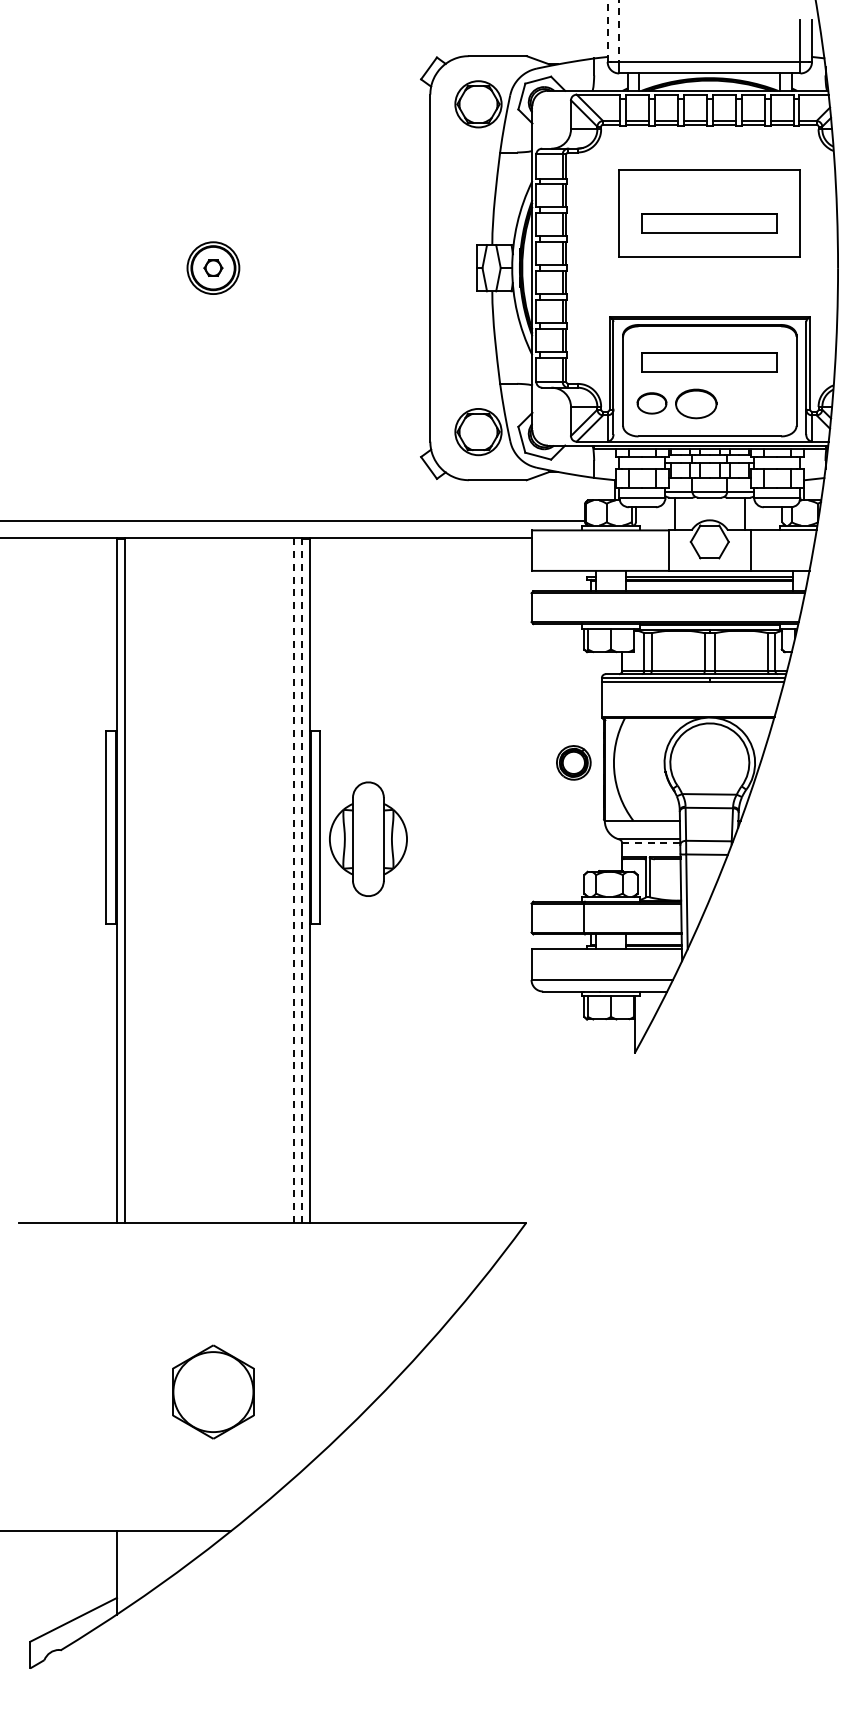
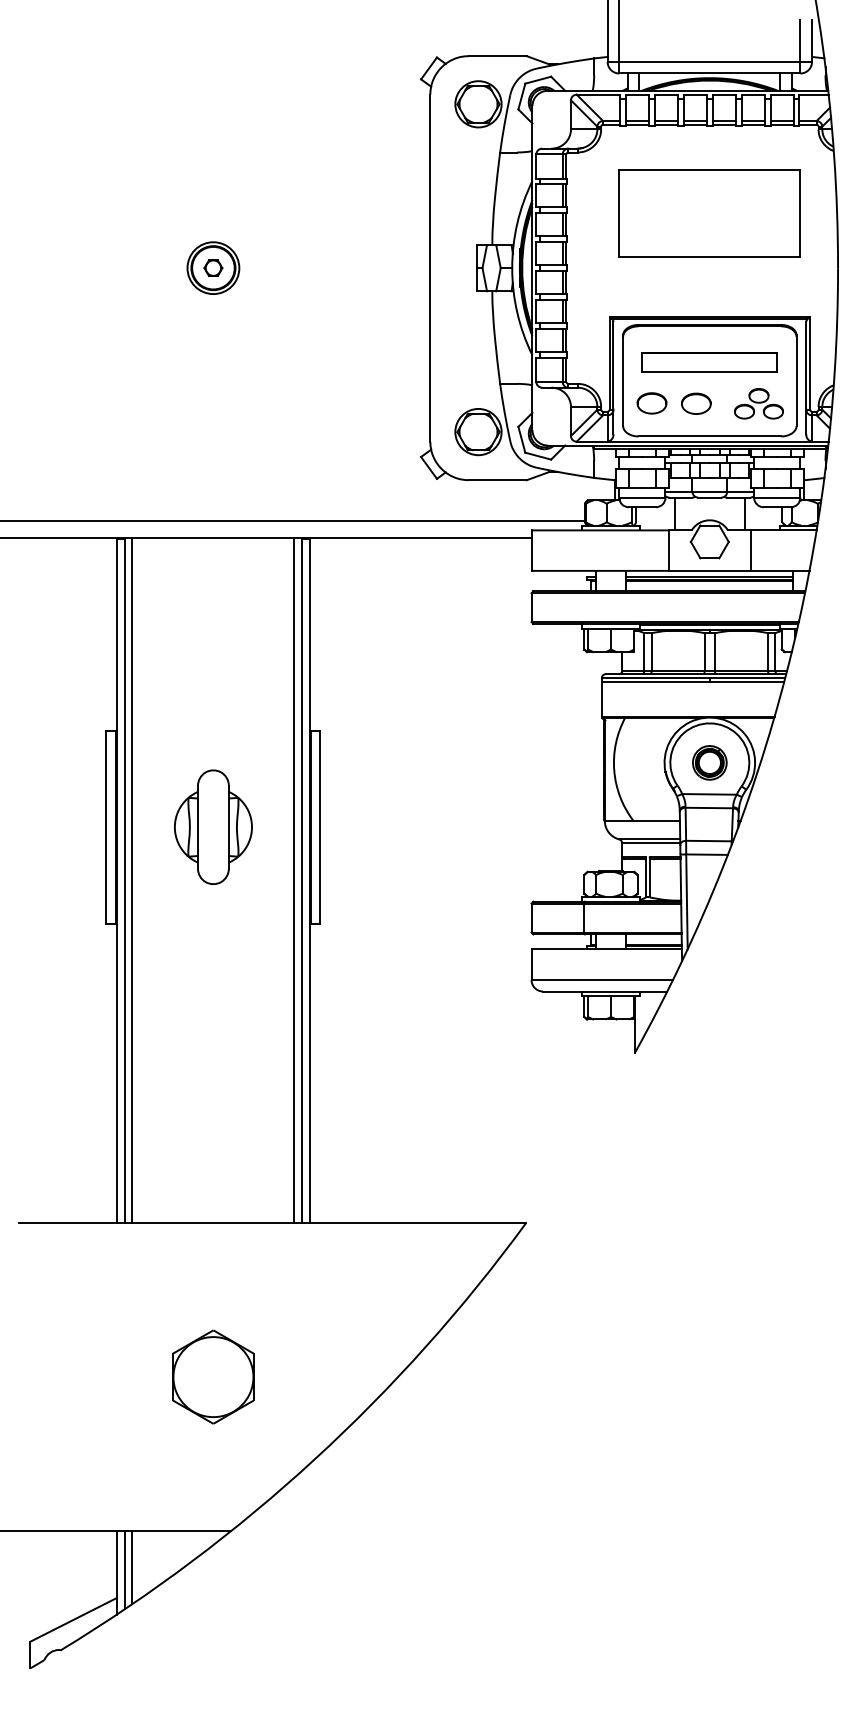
line at (607, 31): dashed -> solid
line at (619, 31): dashed -> solid
part at (709, 223): present -> none
part at (696, 403) size: 43x32 px -> 31x23 px
part at (758, 403): none -> present
part at (573, 762) position: (573, 762) -> (709, 762)
part at (368, 838) position: (368, 838) -> (213, 826)
line at (651, 843): dashed -> solid
line at (294, 879): dashed -> solid
line at (132, 880): none -> present
line at (302, 880): dashed -> solid
part at (213, 1391) position: (213, 1391) -> (213, 1376)
line at (132, 1567): none -> present
line at (124, 1570): none -> present
